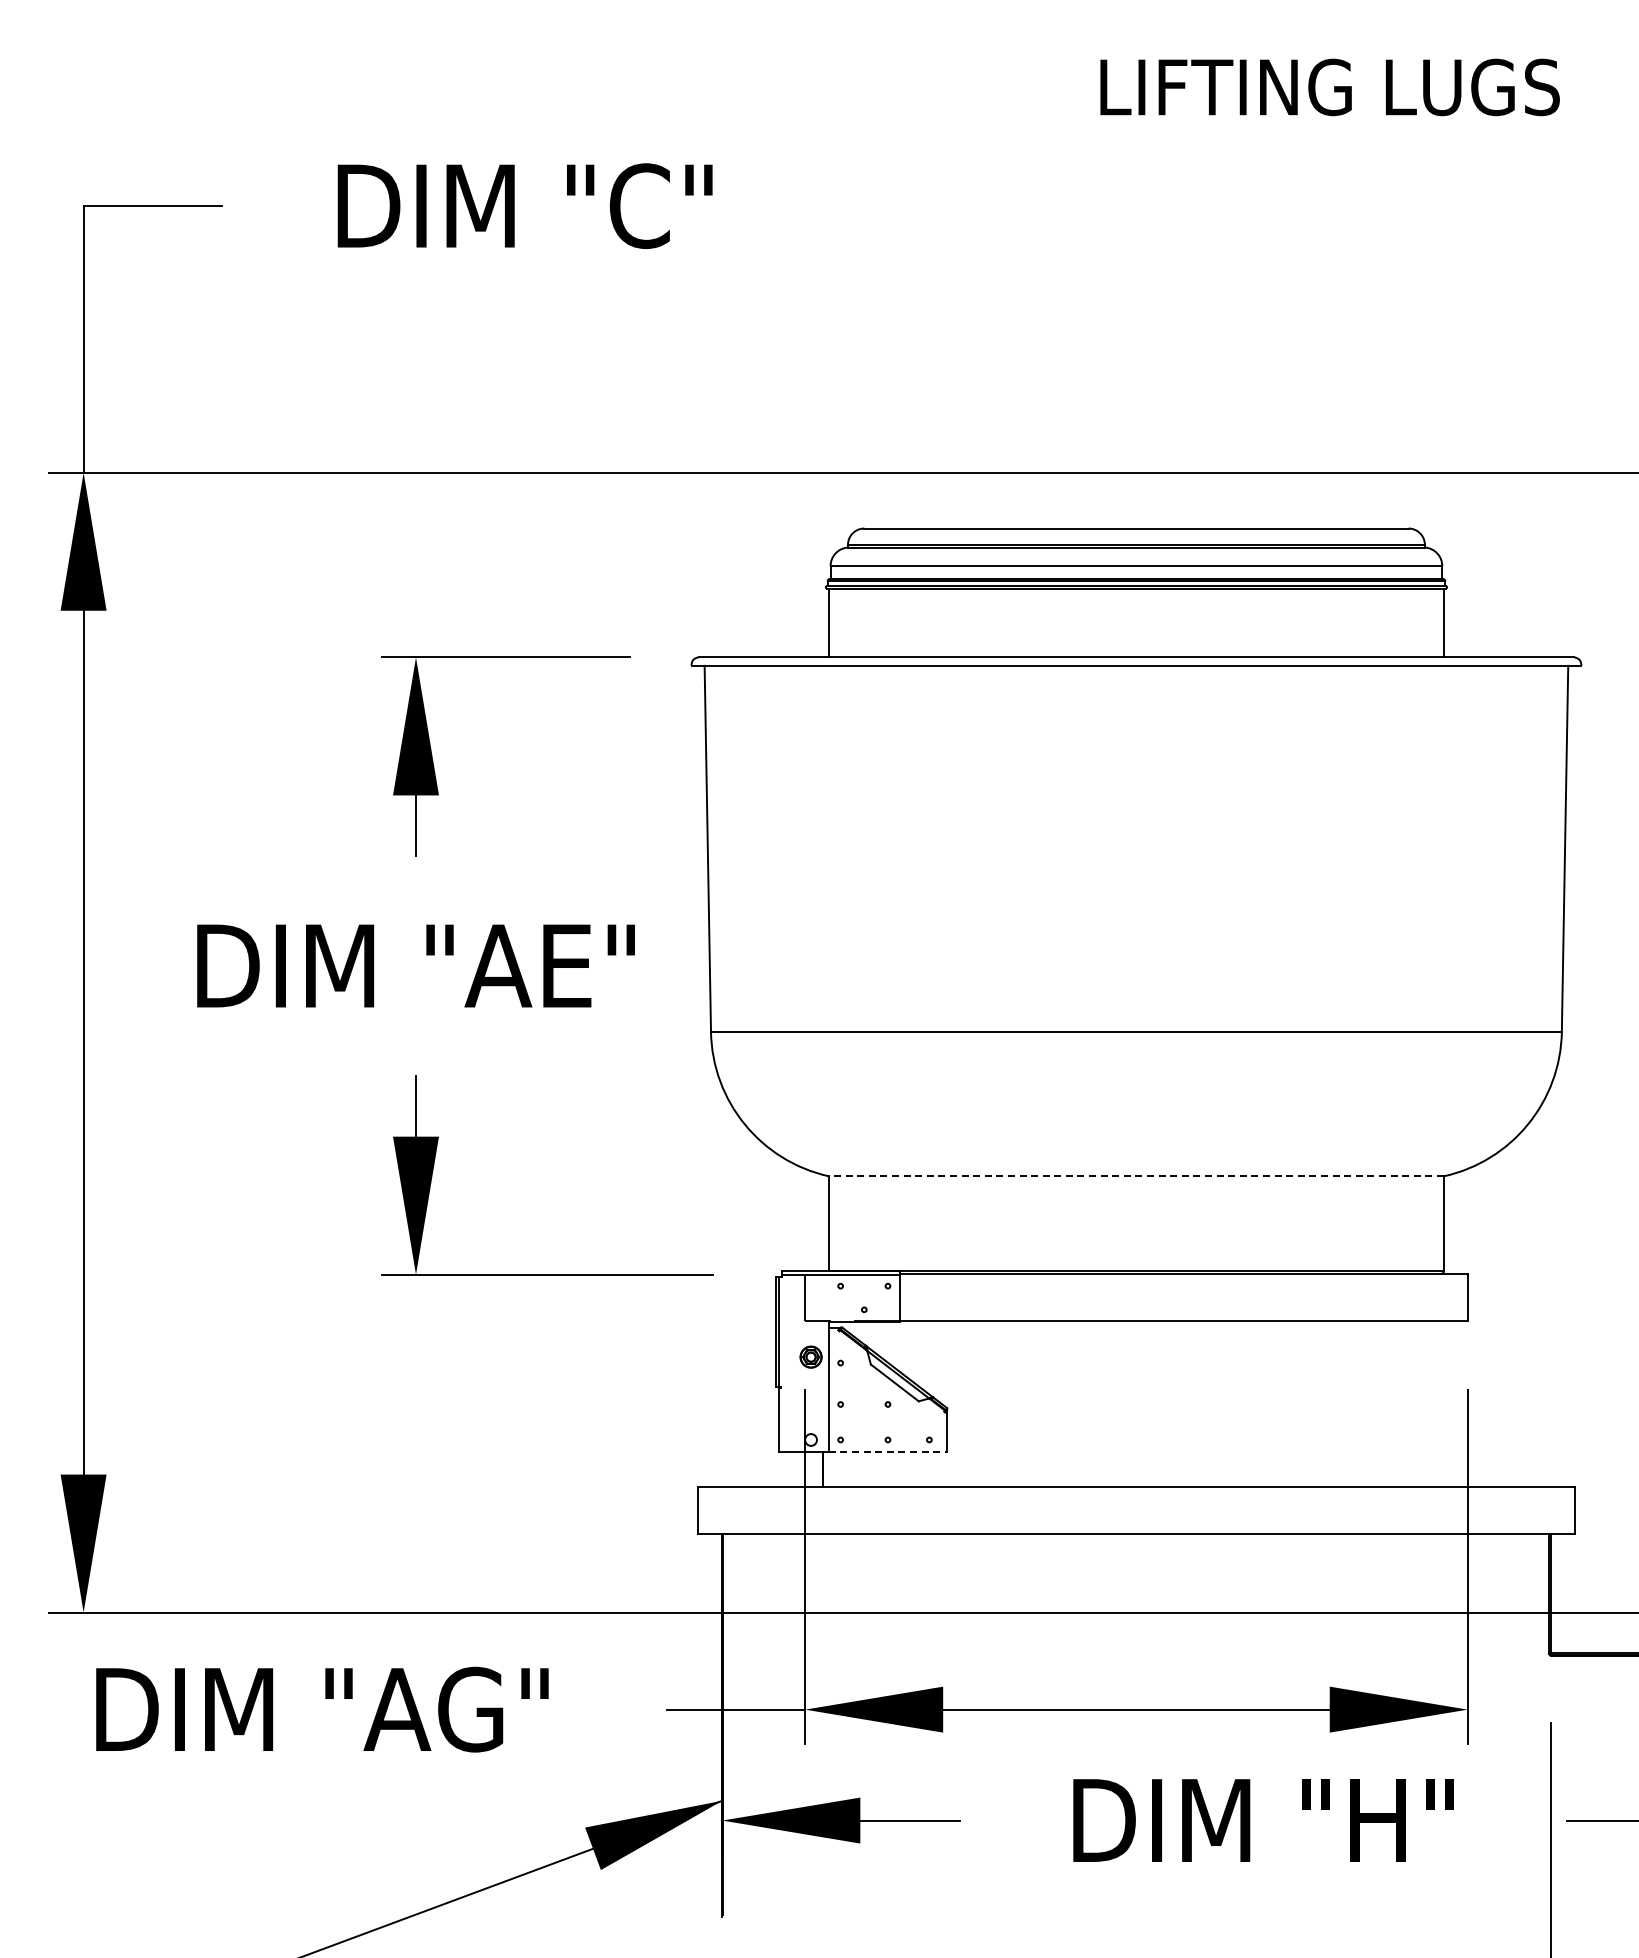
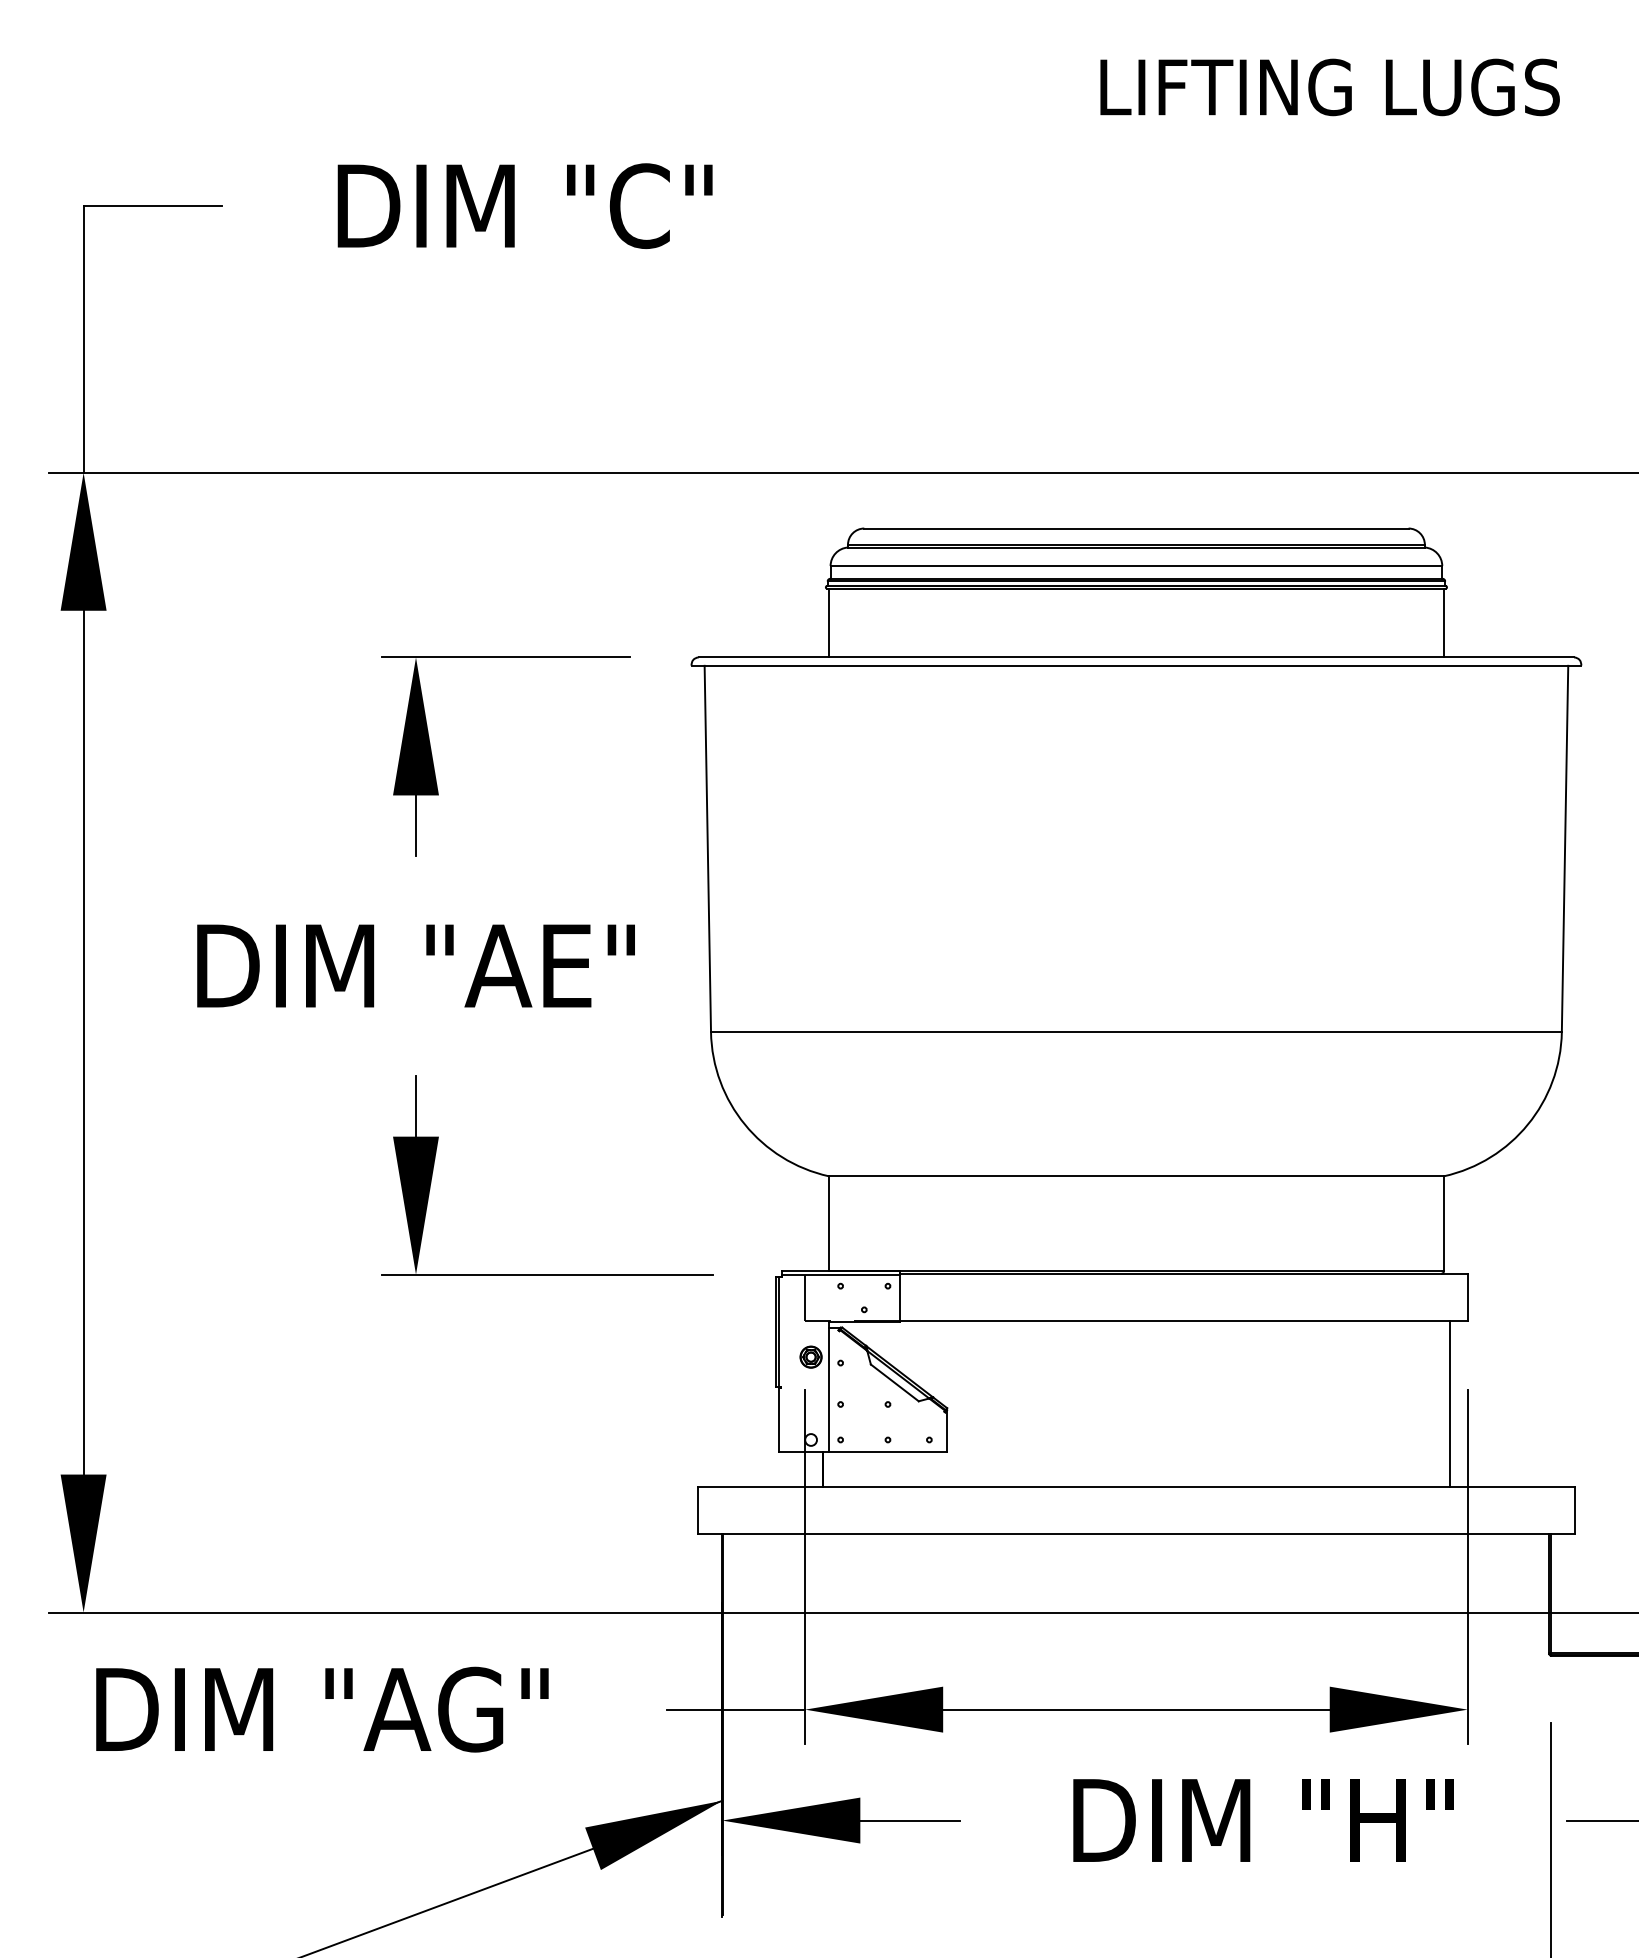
line at (1136, 1176): dashed -> solid
line at (1449, 1403): none -> present
line at (888, 1451): dashed -> solid
